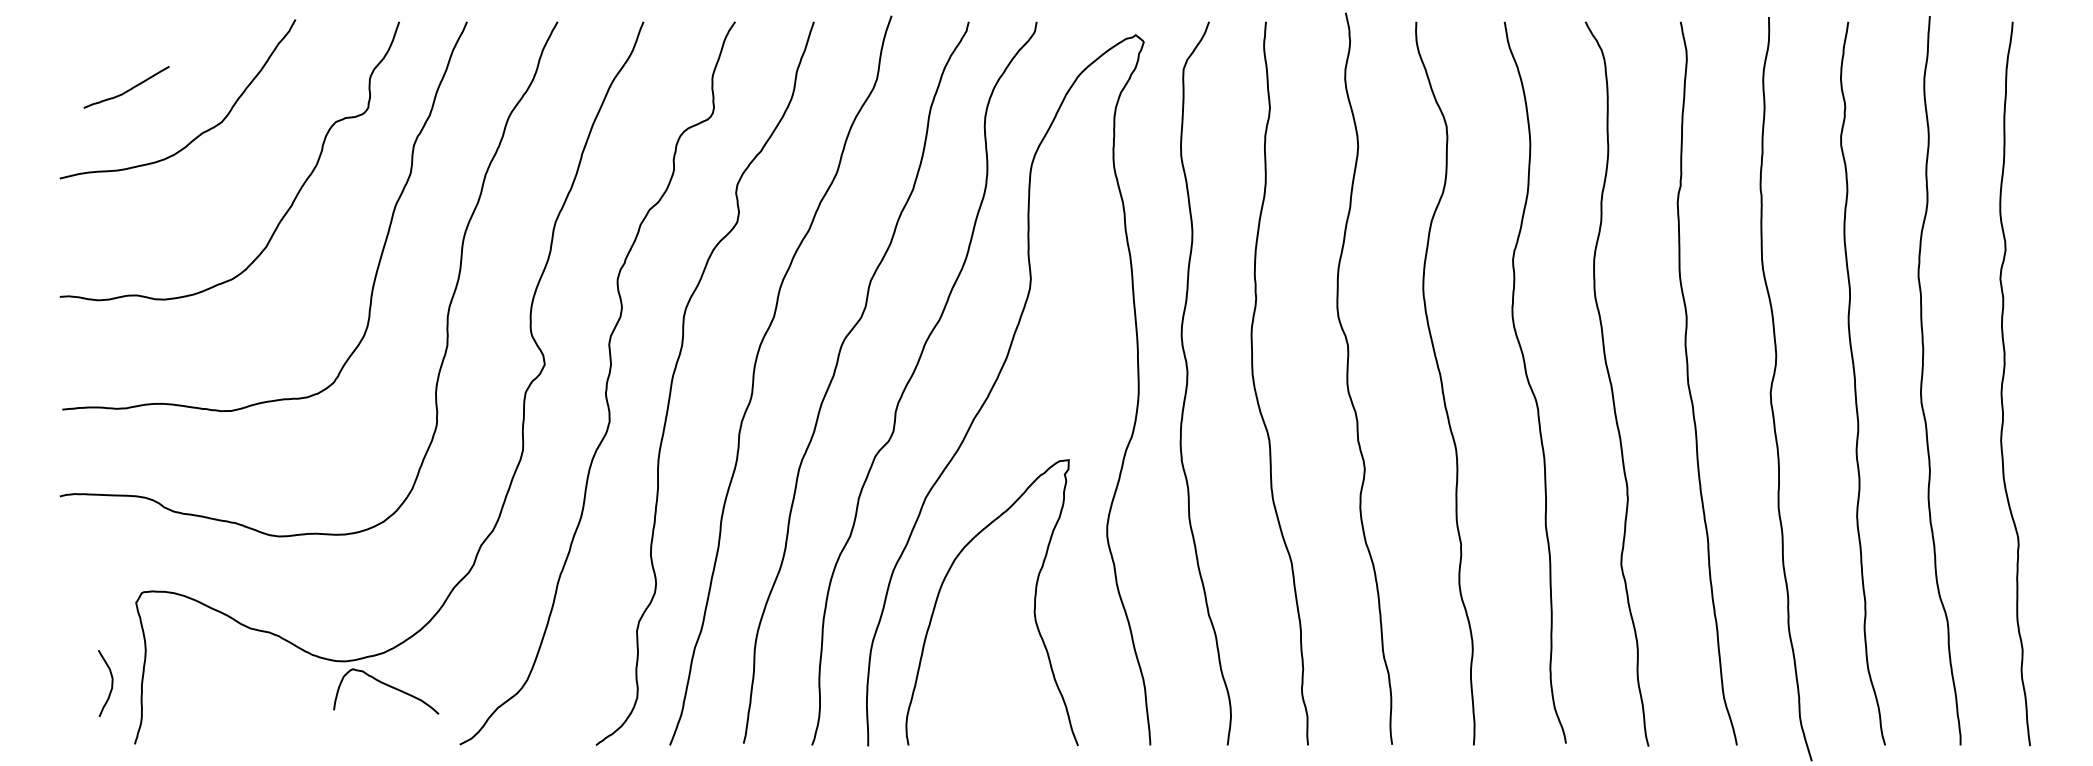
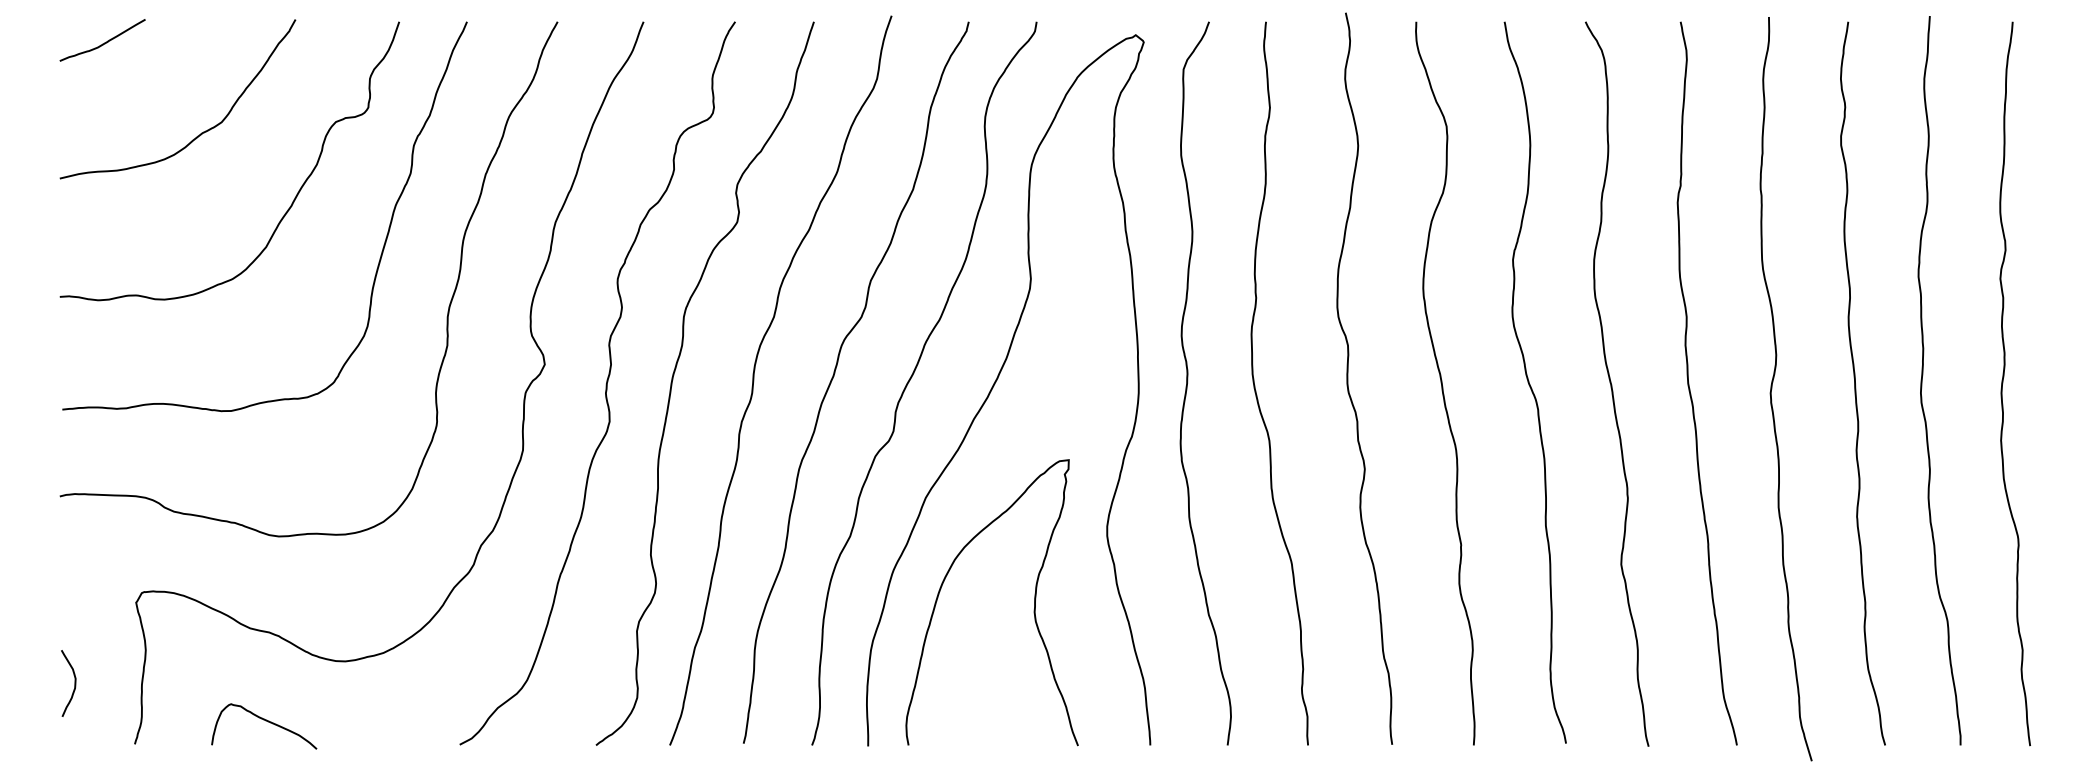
curve at (128, 89) position: (128, 89) -> (104, 42)
curve at (111, 683) position: (111, 683) -> (74, 683)
curve at (387, 686) position: (387, 686) -> (265, 721)
